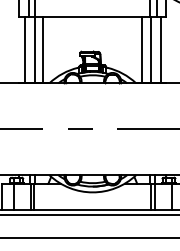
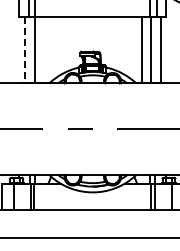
line at (43, 49): present -> none
line at (24, 50): solid -> dashed
line at (89, 214): present -> none
